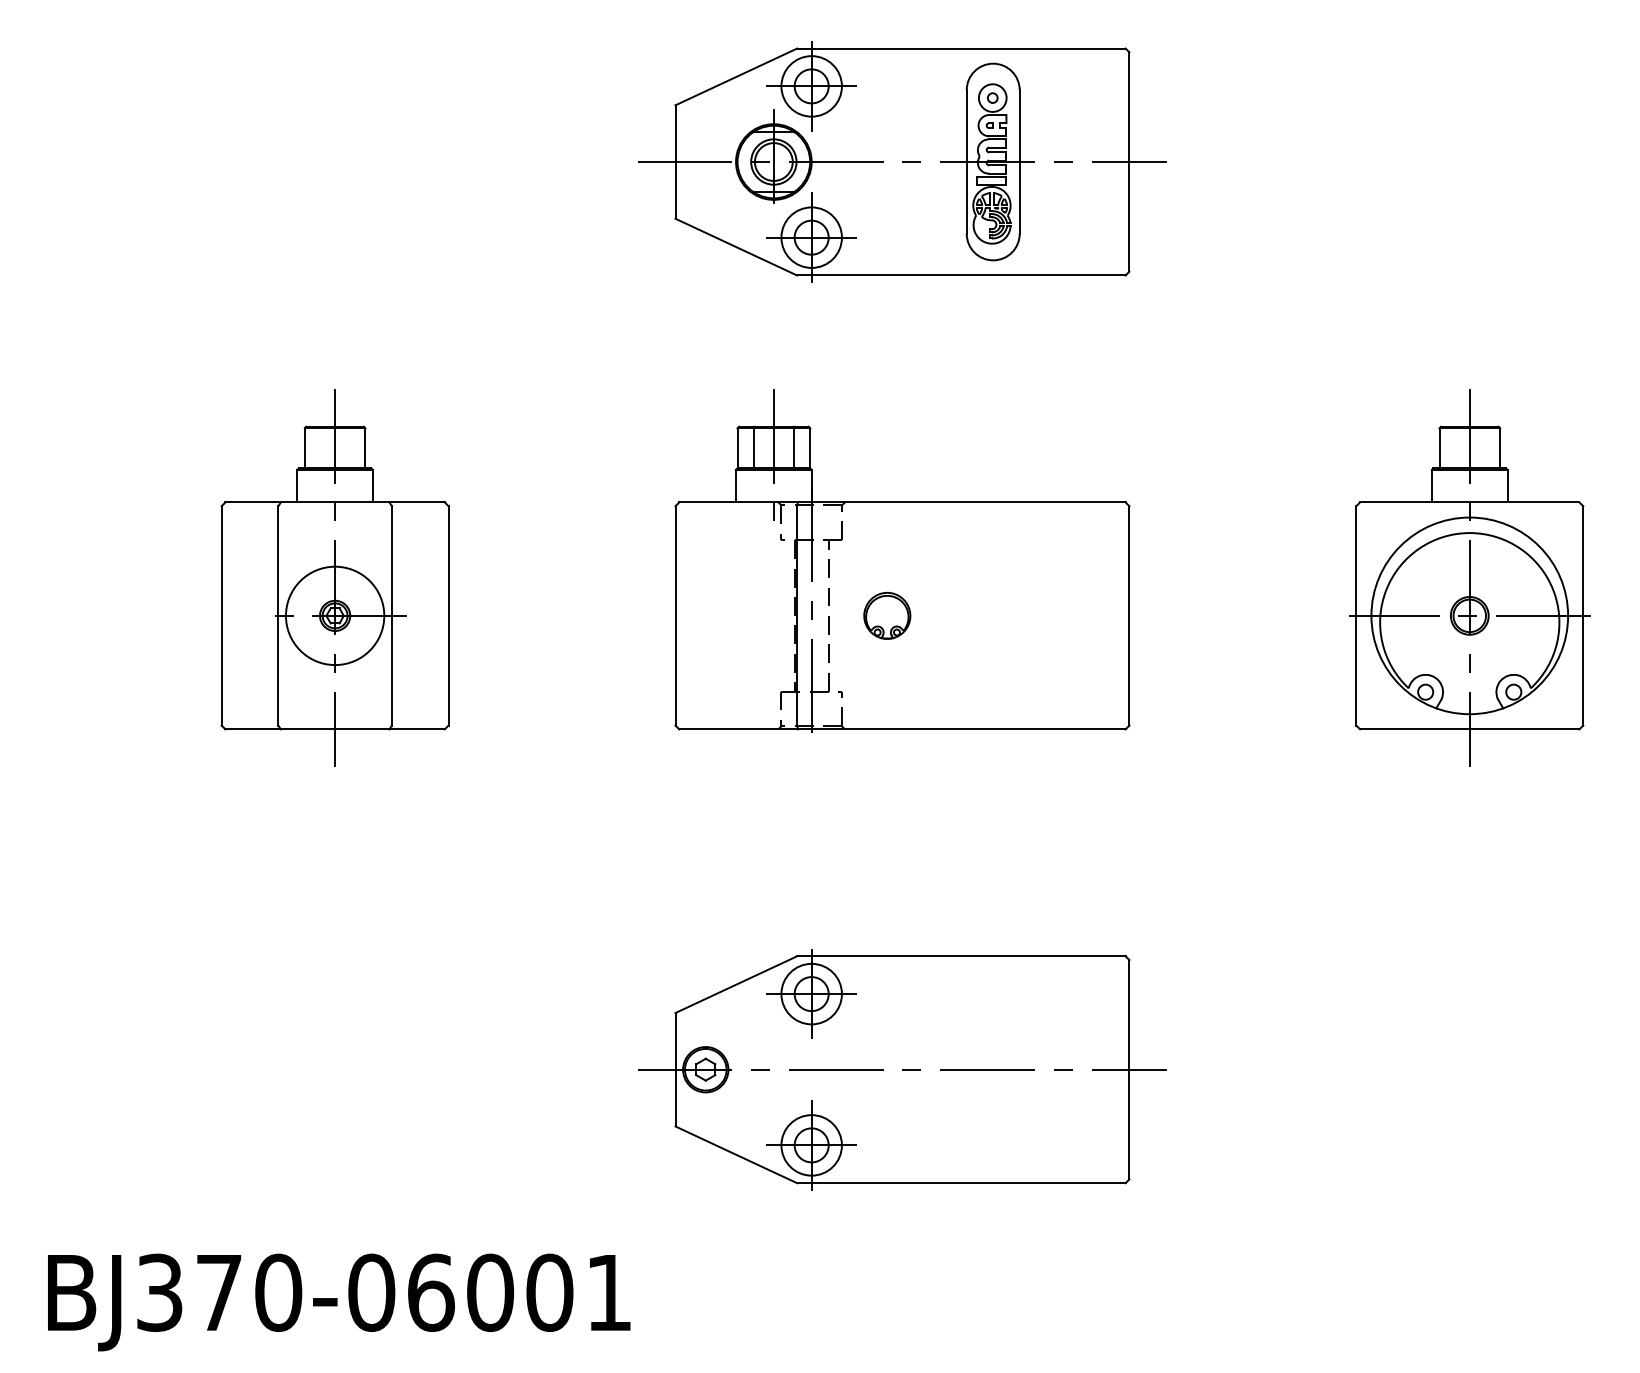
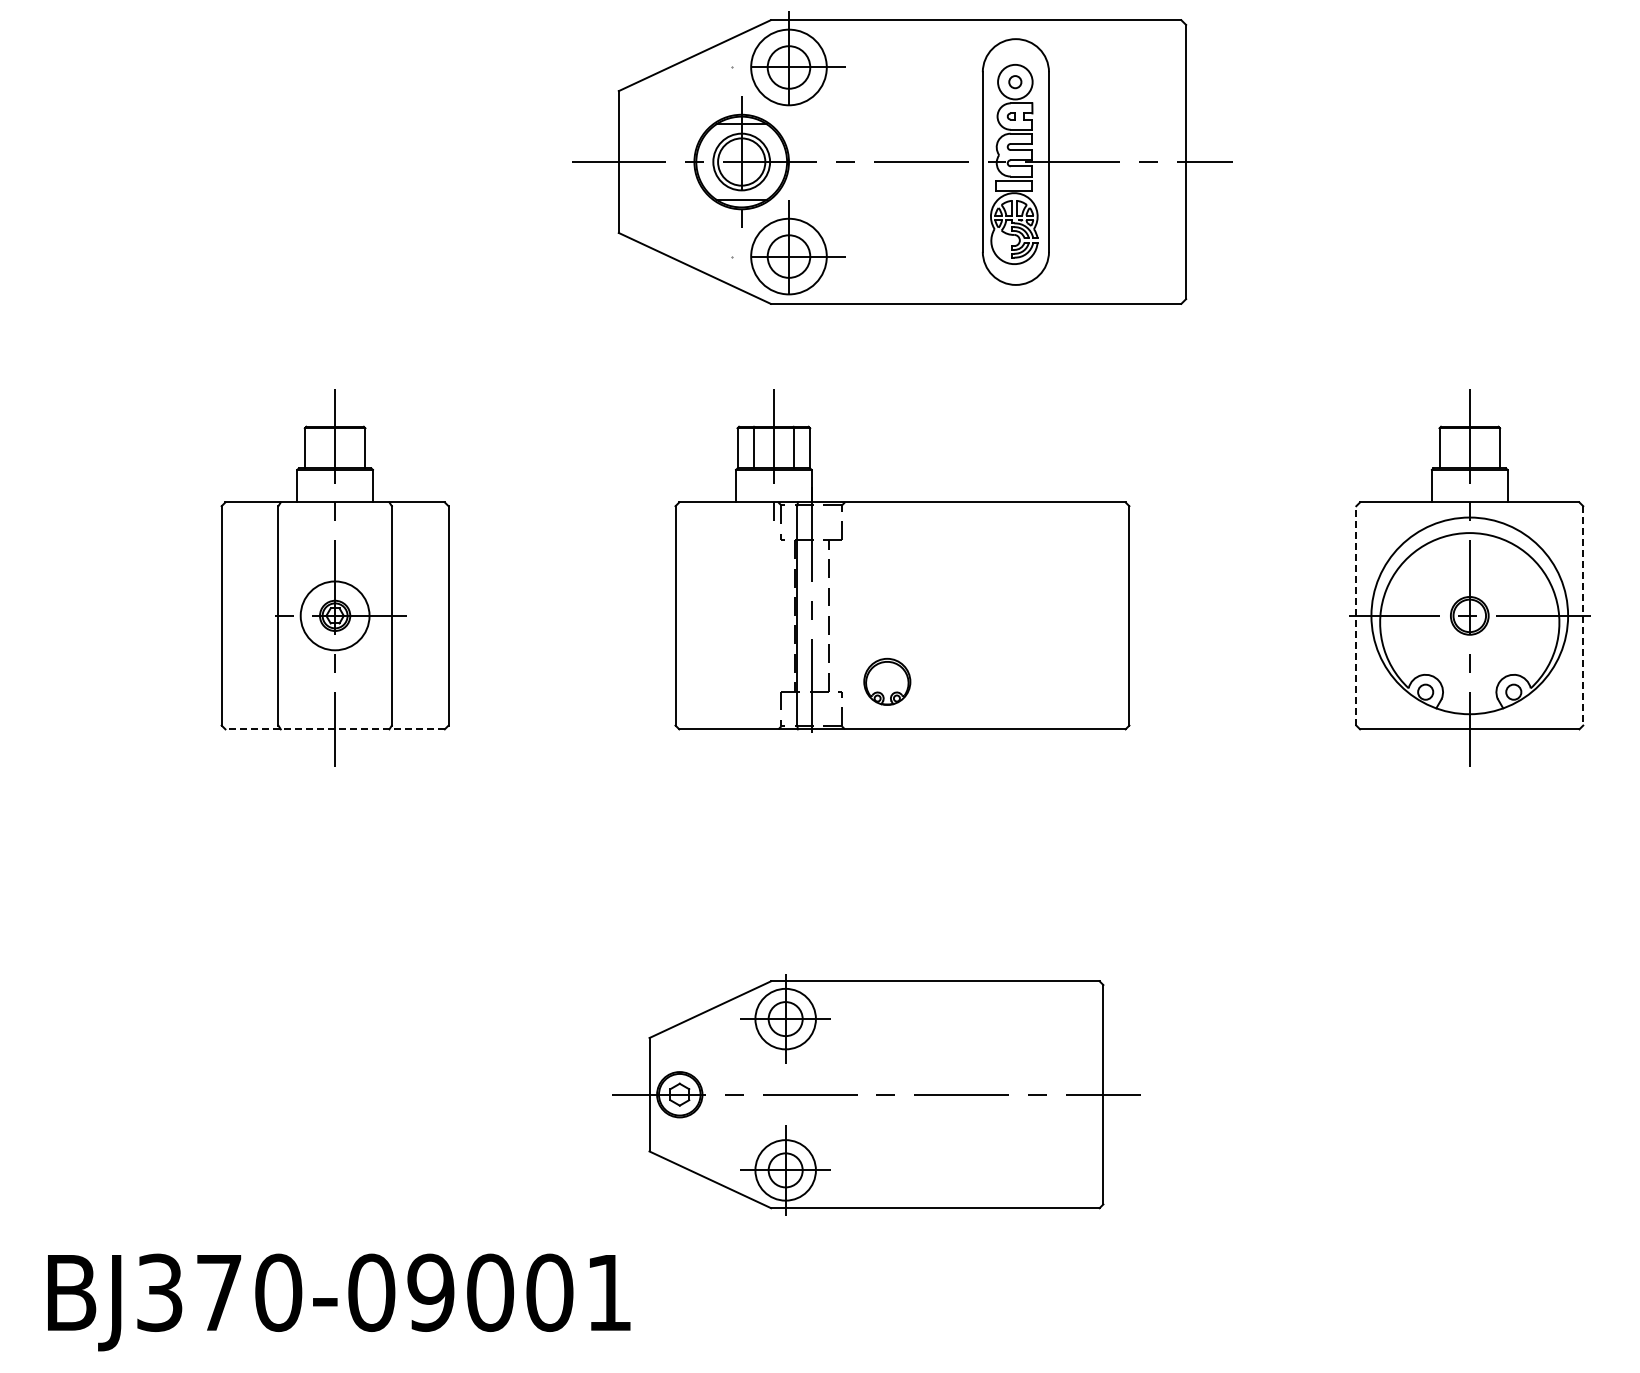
part at (902, 161) size: 529x242 px -> 661x294 px
circle at (334, 615) diameter: 98 px -> 69 px
part at (887, 615) position: (887, 615) -> (887, 681)
line at (1356, 615): solid -> dashed
line at (1583, 615): solid -> dashed
line at (335, 729): solid -> dashed
part at (902, 1069) position: (902, 1069) -> (876, 1094)
text at (430, 1292): BJ370-06001 -> BJ370-09001
